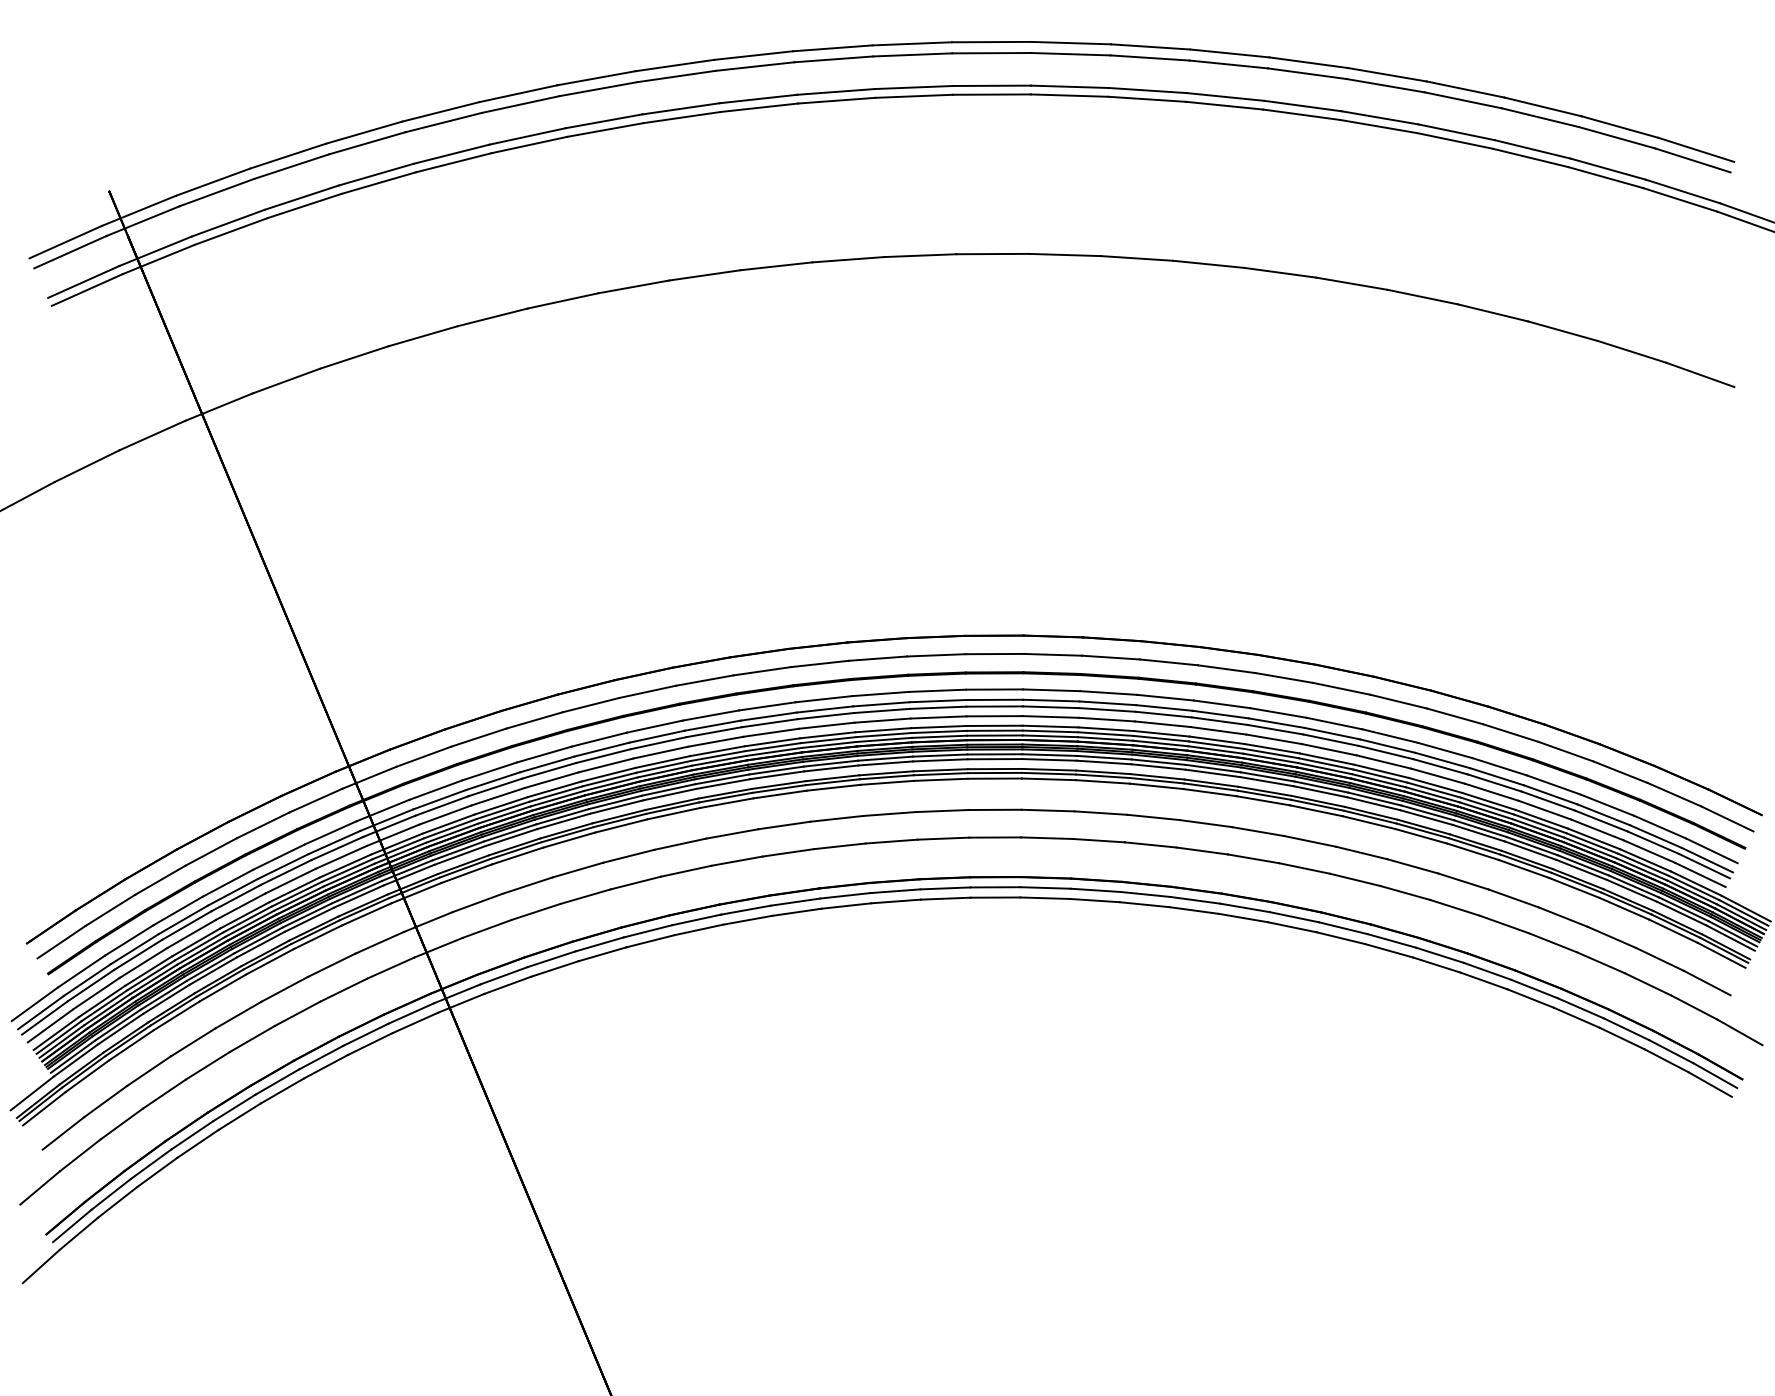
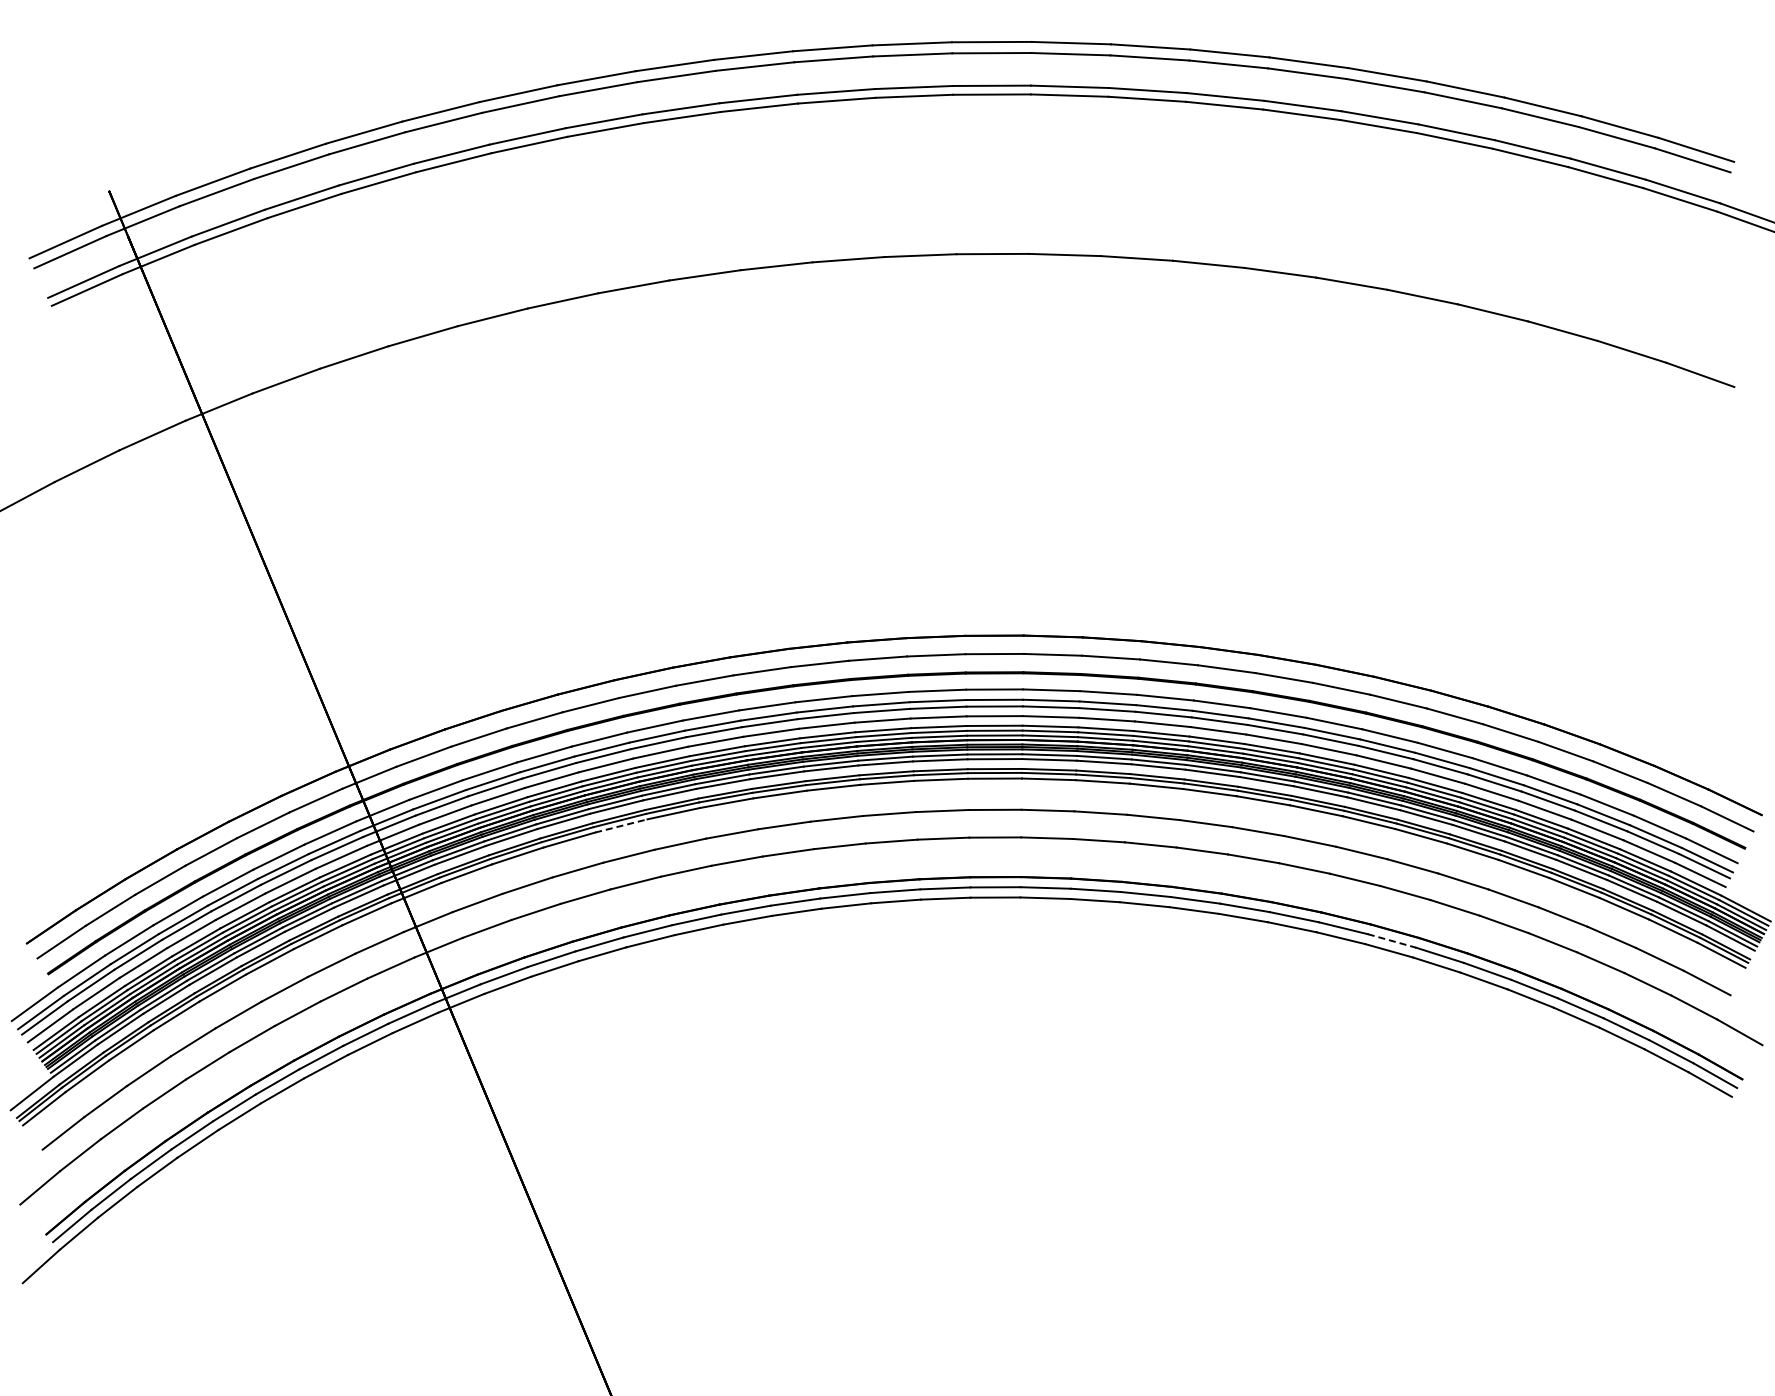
line at (621, 825): solid -> dashed
line at (1392, 941): solid -> dashed
